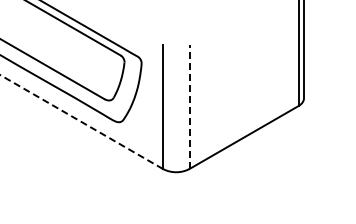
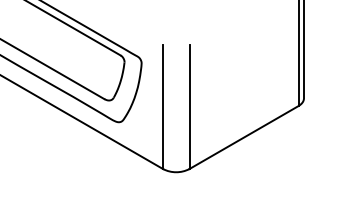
line at (189, 106): dashed -> solid
line at (81, 122): dashed -> solid
